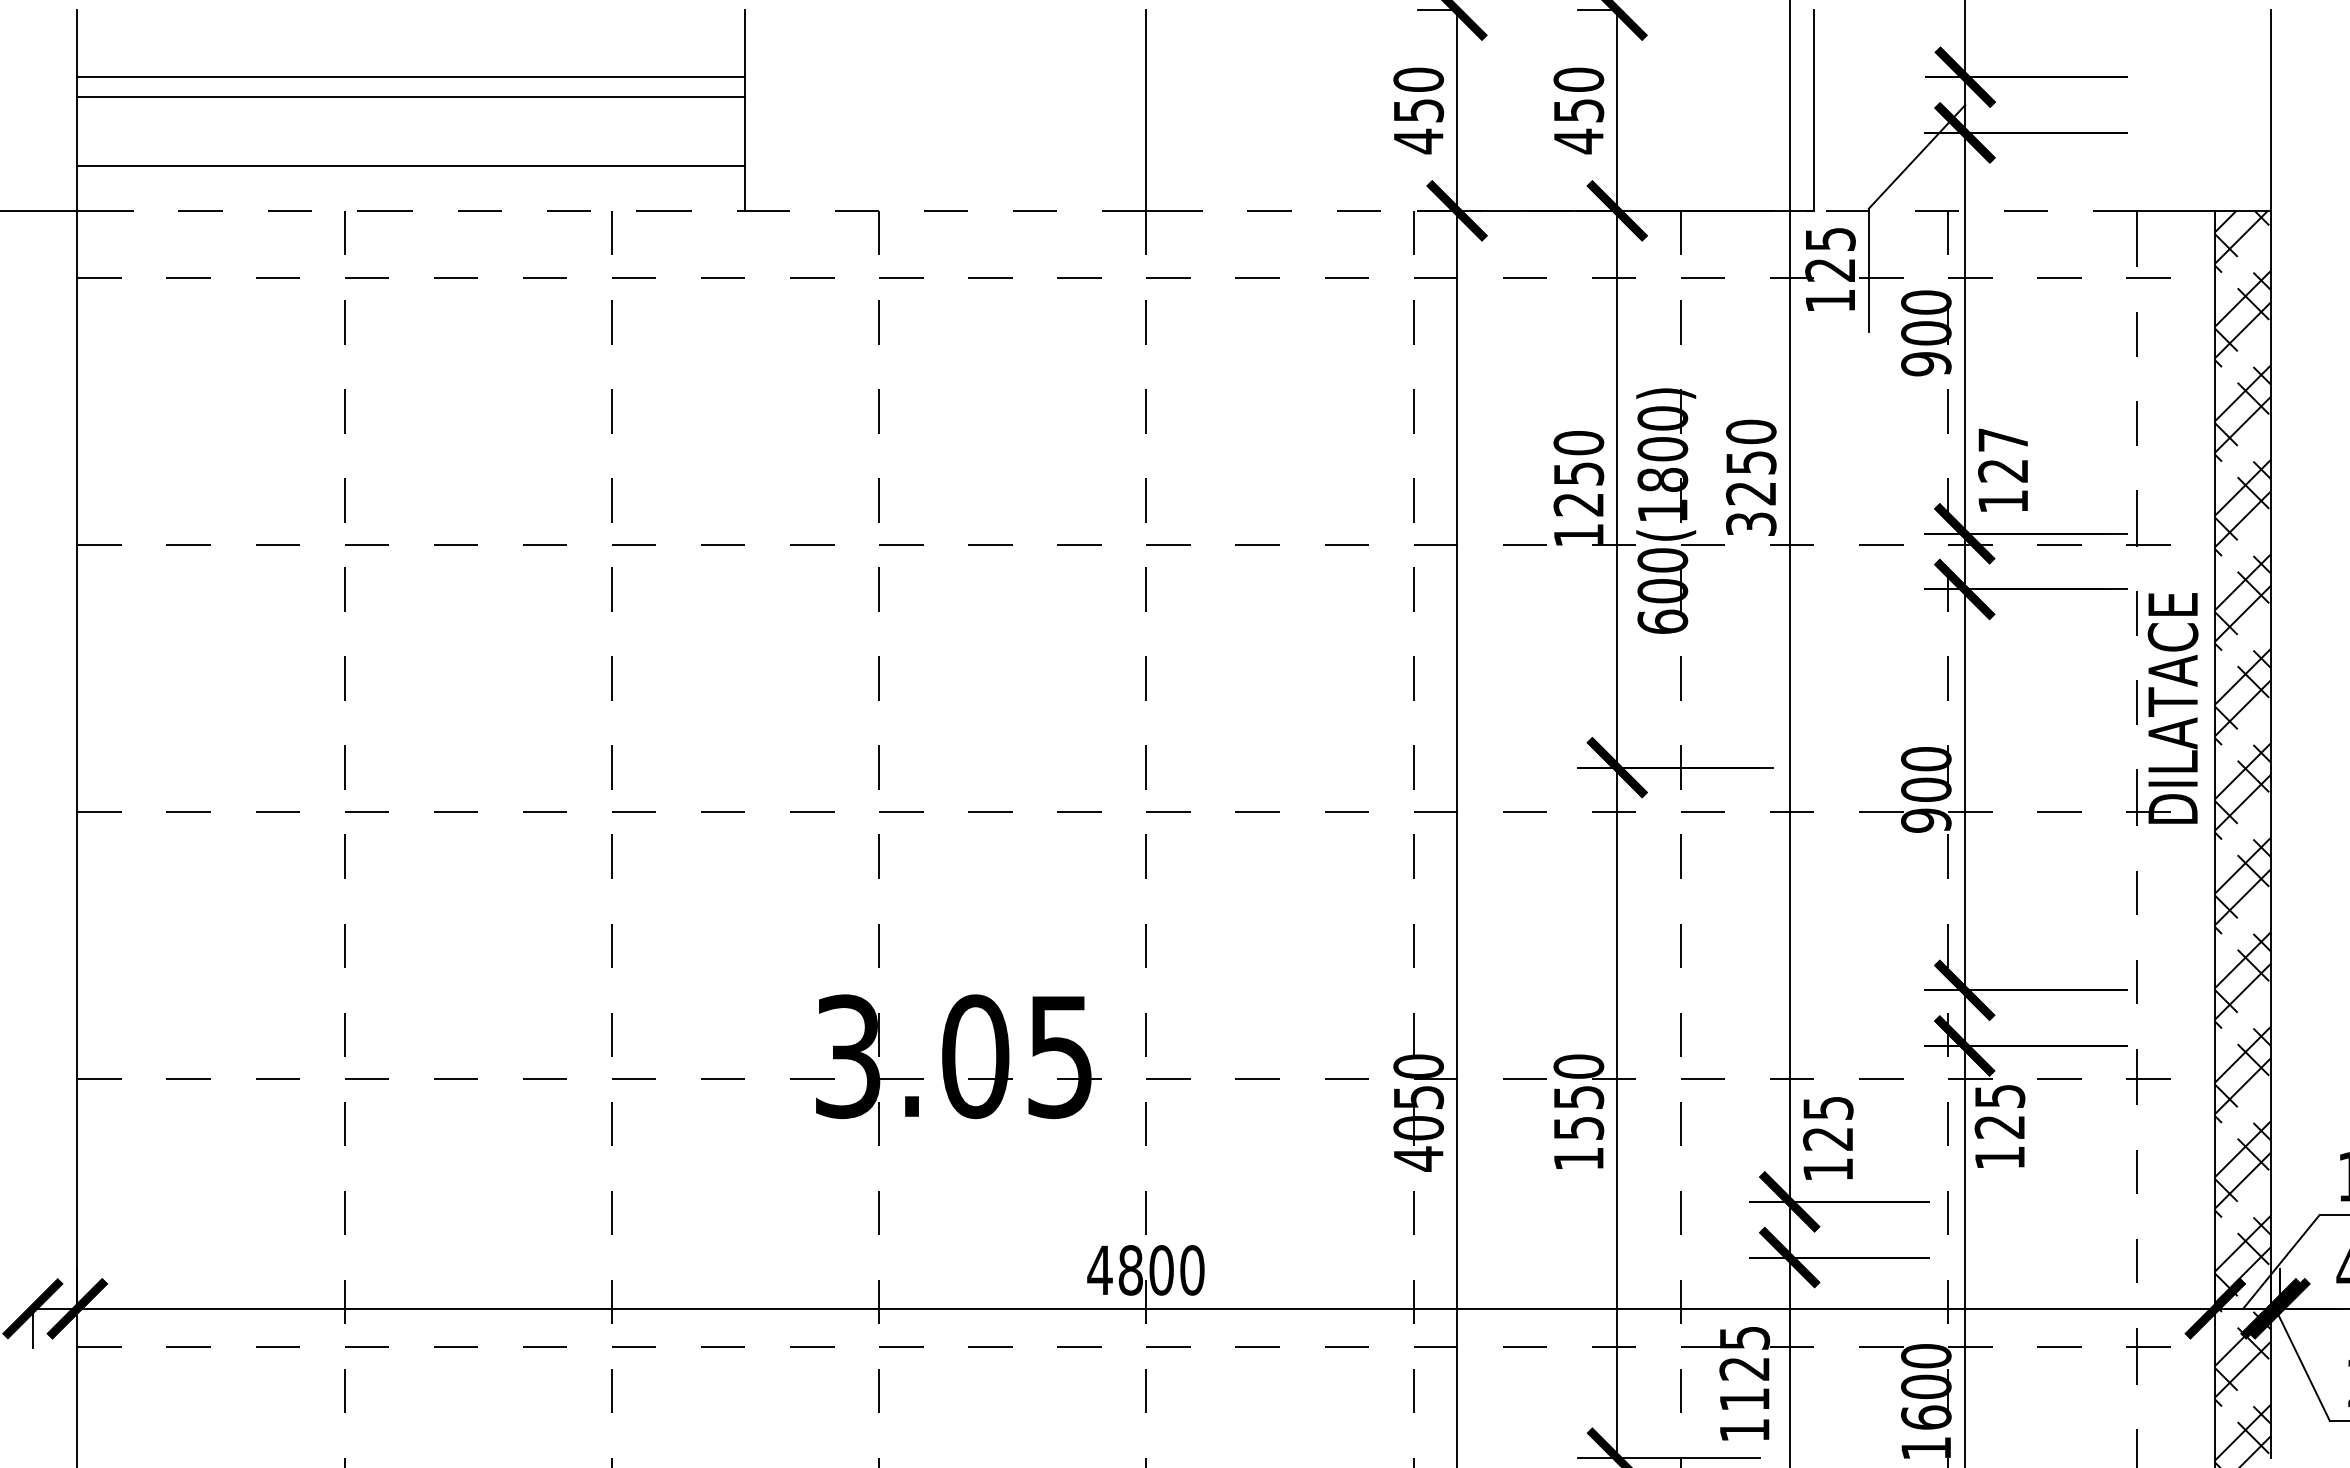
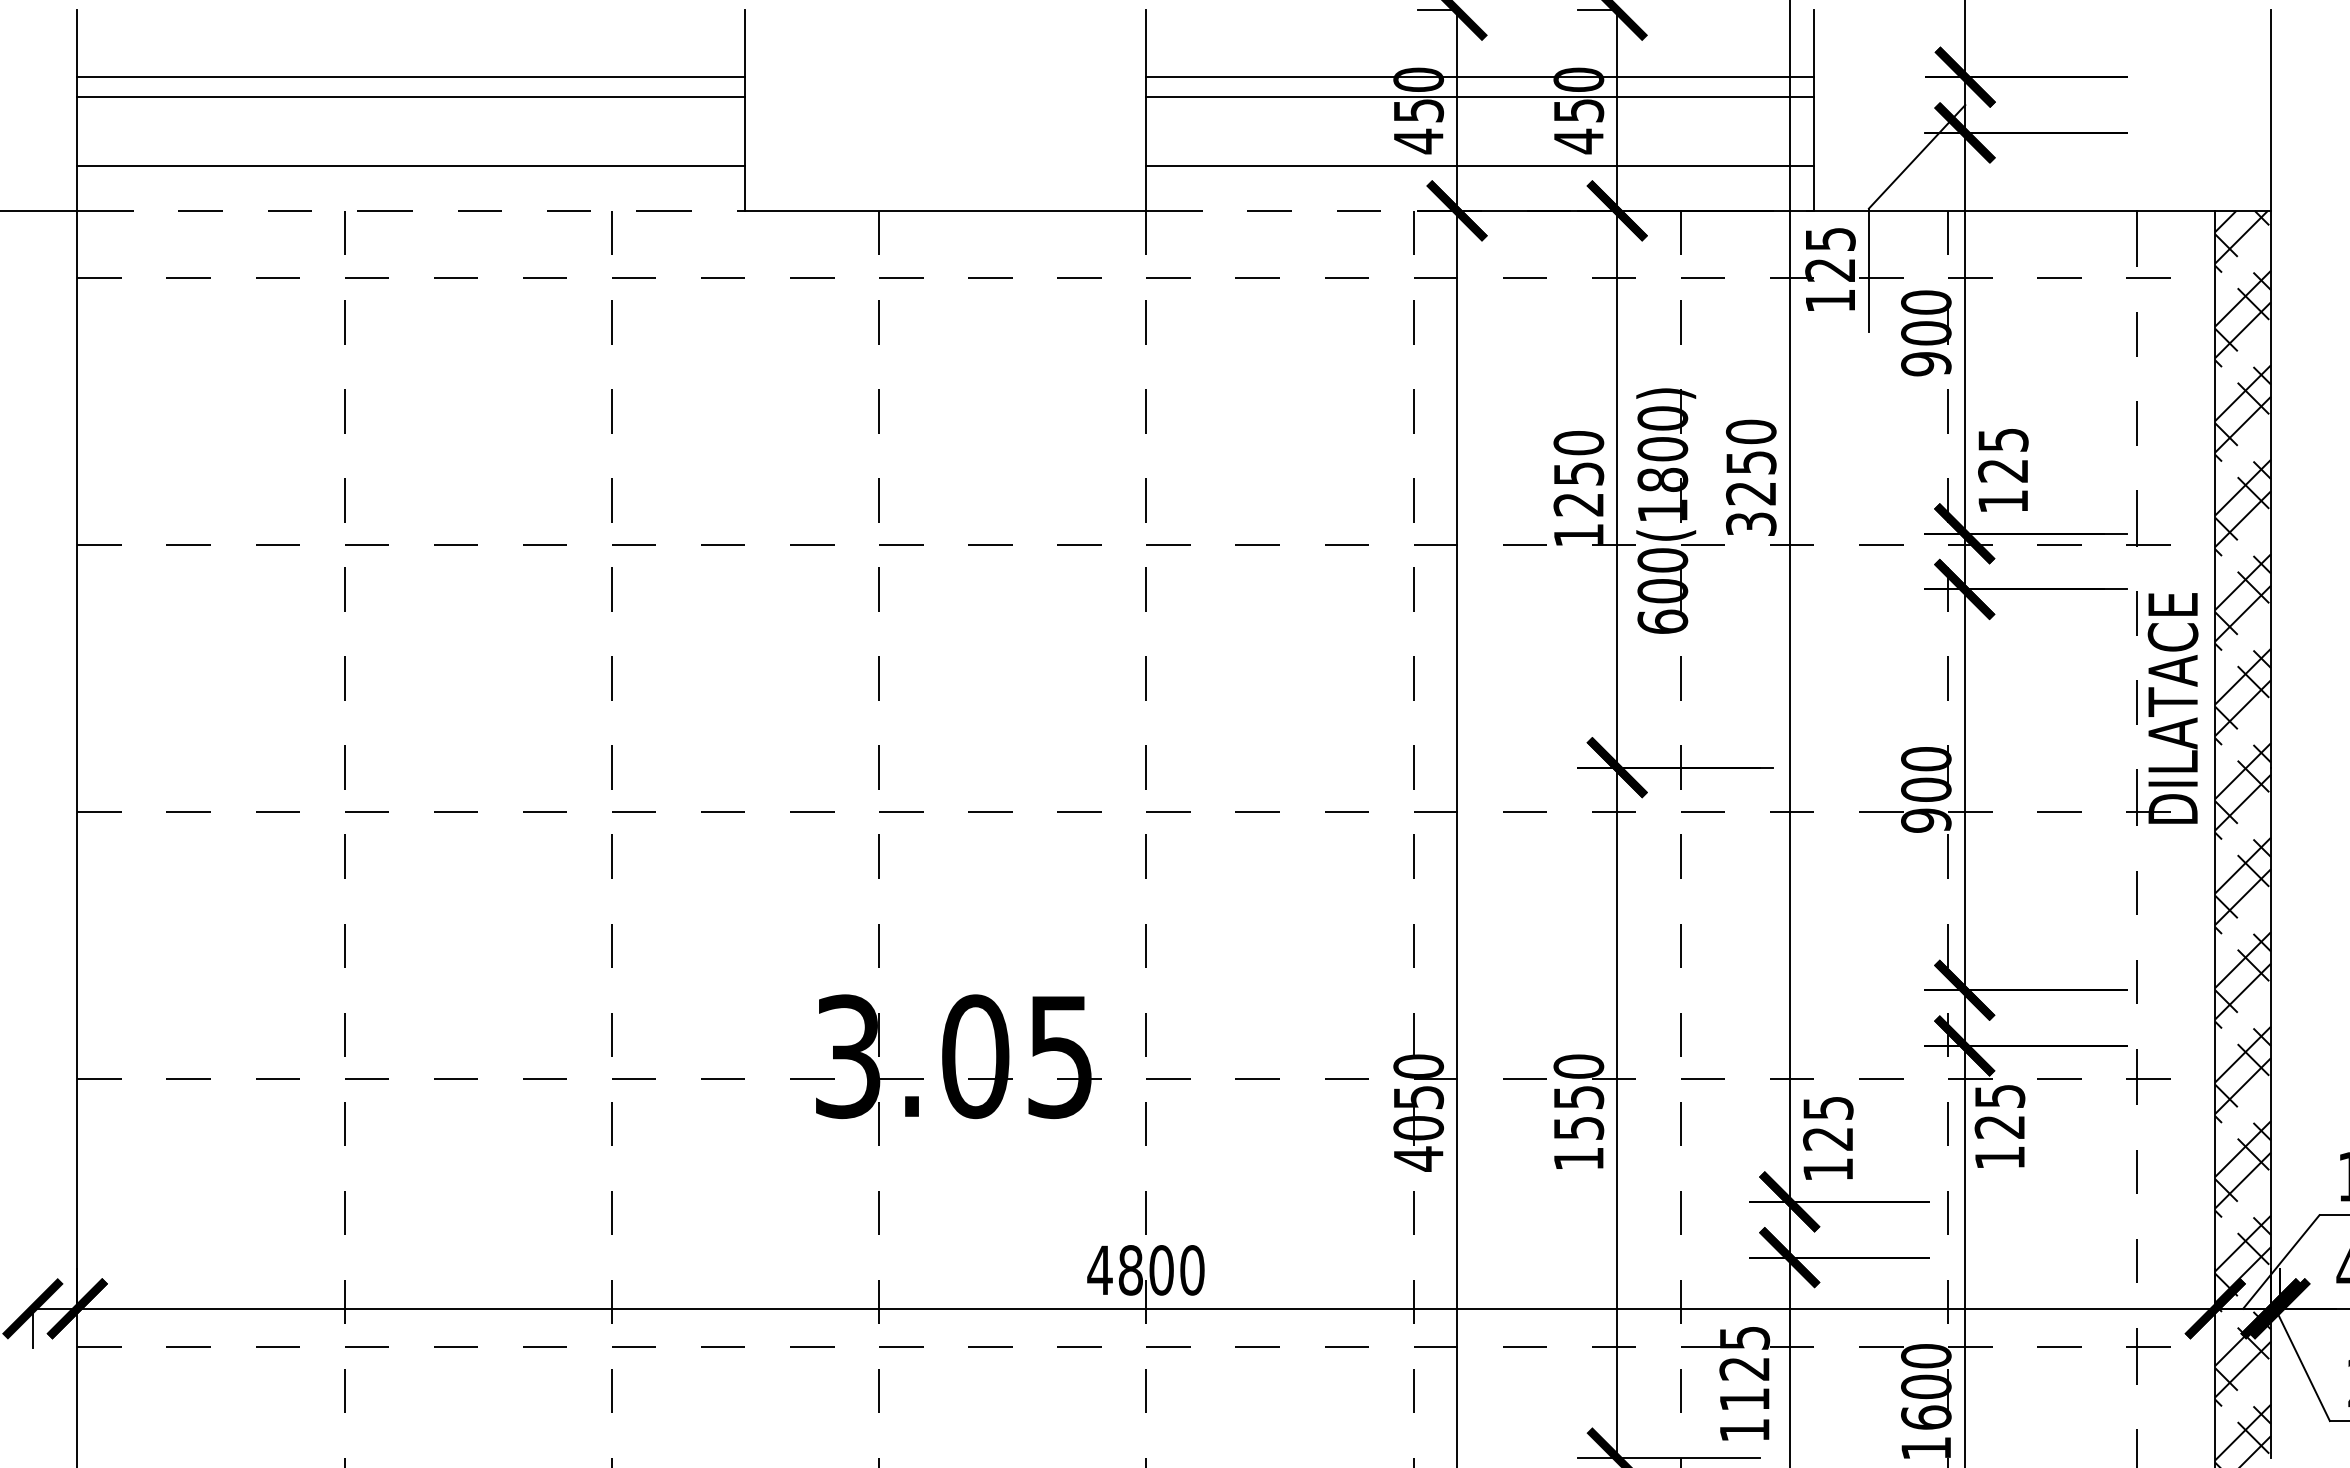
line at (1480, 77): none -> present
line at (1480, 97): none -> present
line at (1480, 166): none -> present
line at (945, 210): dashed -> solid
line at (1975, 210): dashed -> solid
text at (2003, 439): 127 -> 125
